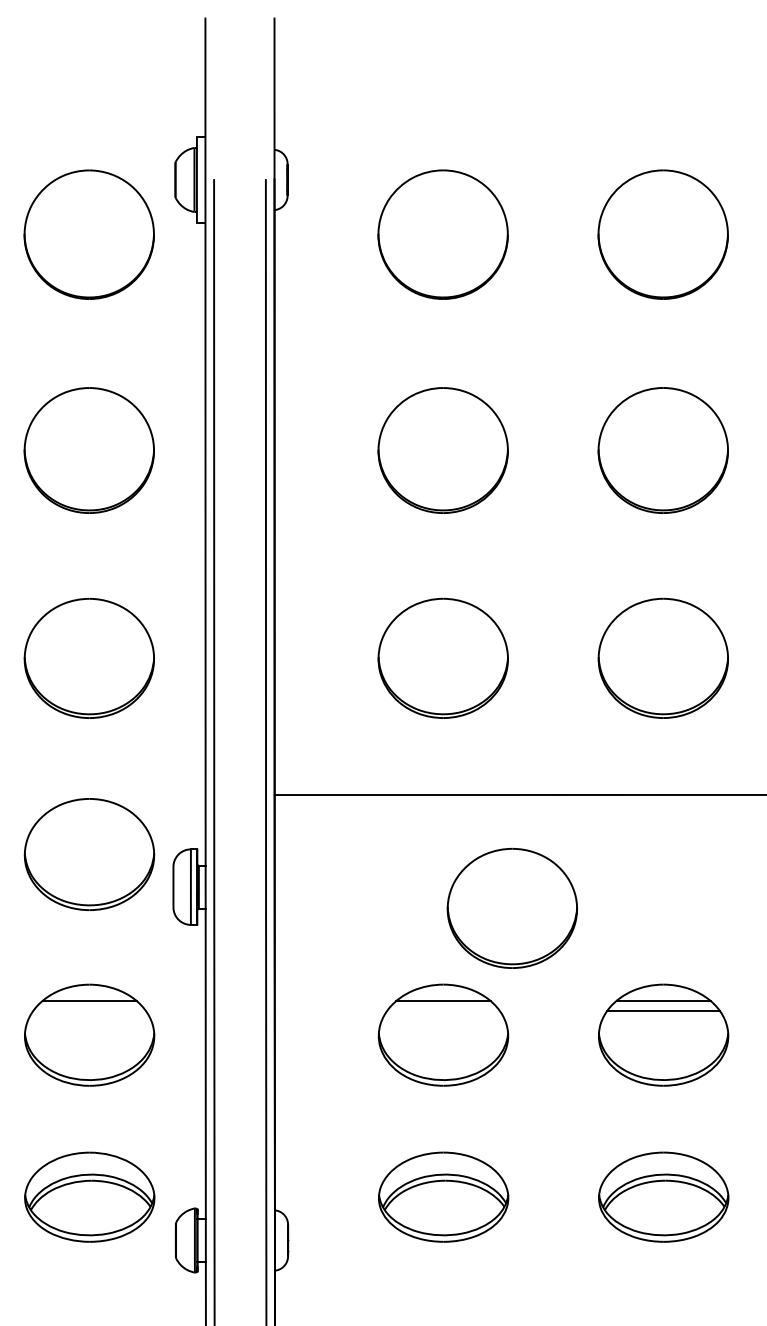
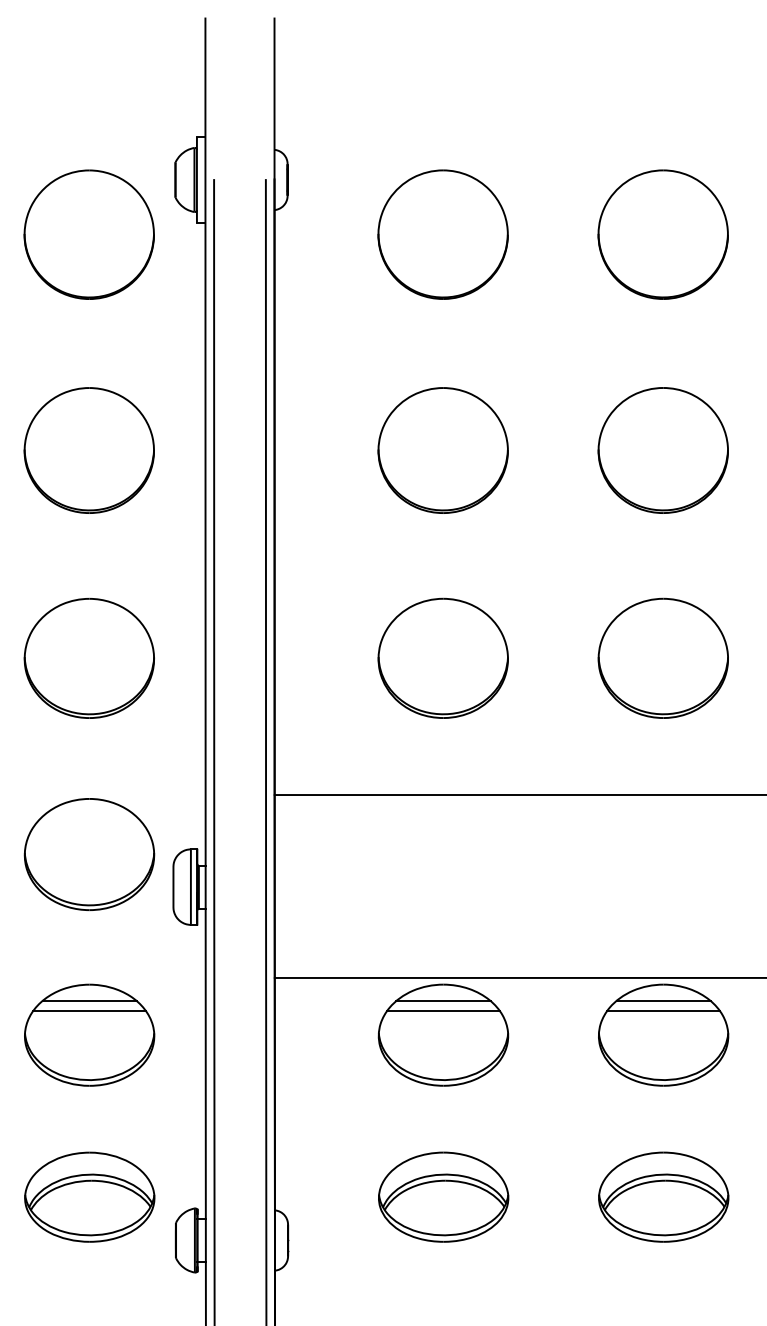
part at (511, 908): present -> none
line at (518, 977): none -> present
line at (89, 1010): none -> present
line at (443, 1010): none -> present
